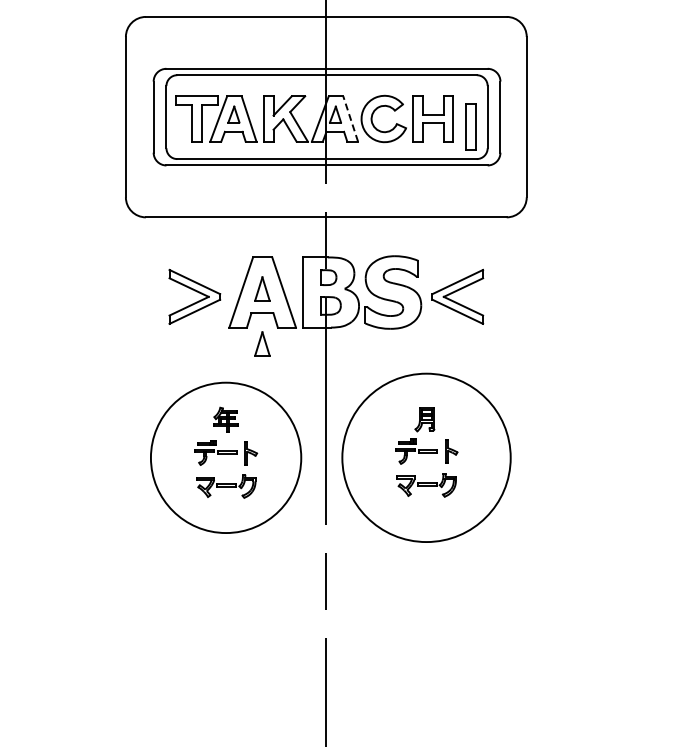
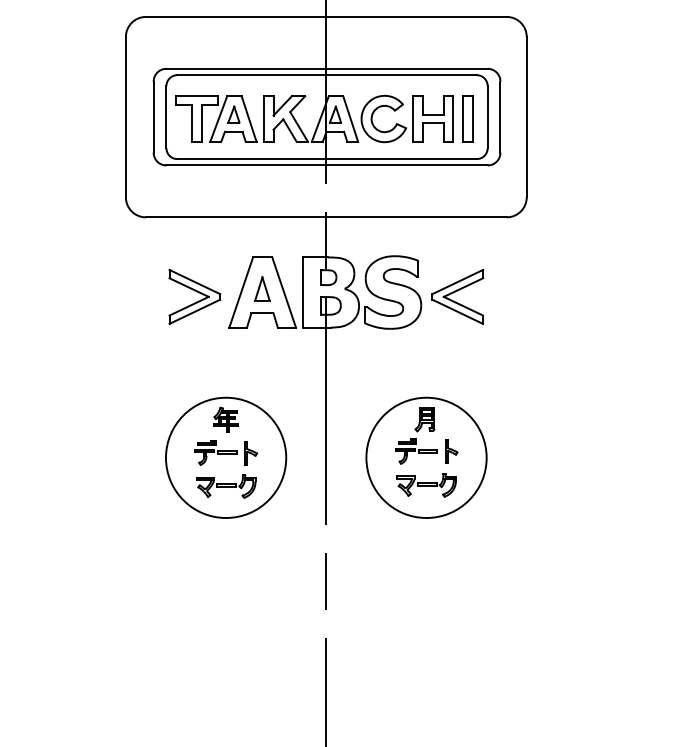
line at (350, 119): dashed -> solid
part at (470, 126) position: (470, 126) -> (467, 118)
part at (262, 343): present -> none
circle at (225, 457) diameter: 150 px -> 120 px
circle at (426, 457) diameter: 168 px -> 120 px
